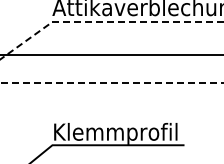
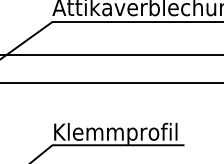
line at (105, 22): dashed -> solid
line at (112, 82): dashed -> solid
